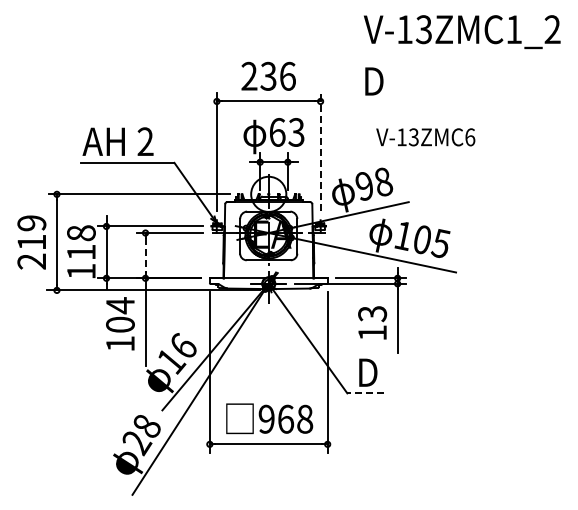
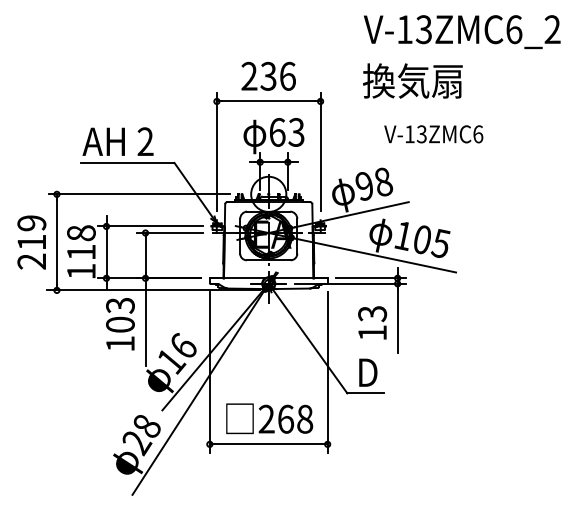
text at (514, 29): V-13ZMC1_2 -> V-13ZMC6_2
text at (412, 80): D -> 換気扇
text at (425, 137) position: (425, 137) -> (433, 134)
line at (320, 151): dashed -> solid
line at (145, 256): dashed -> solid
text at (120, 305): 104 -> 103
line at (364, 393): dashed -> solid
text at (266, 419): 968 -> 268
